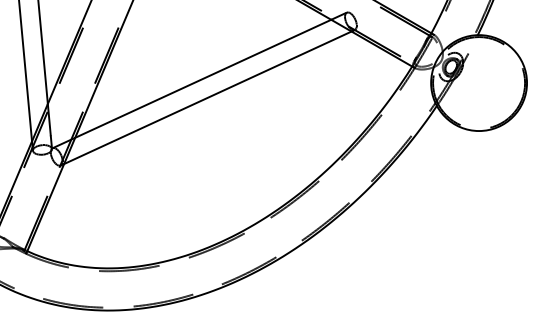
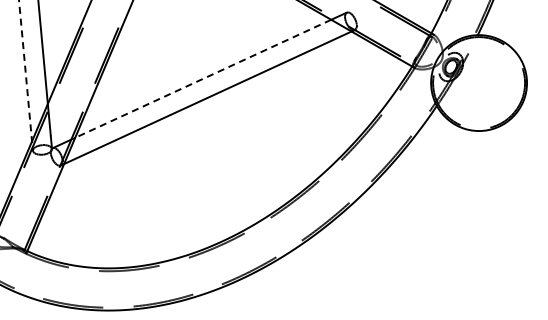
line at (25, 74): solid -> dashed
line at (203, 78): solid -> dashed
